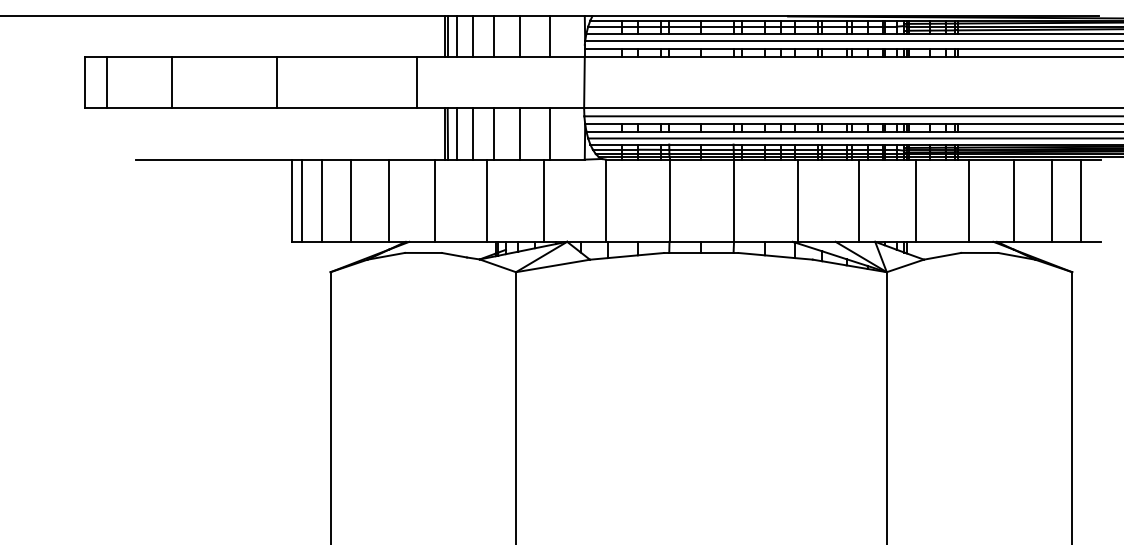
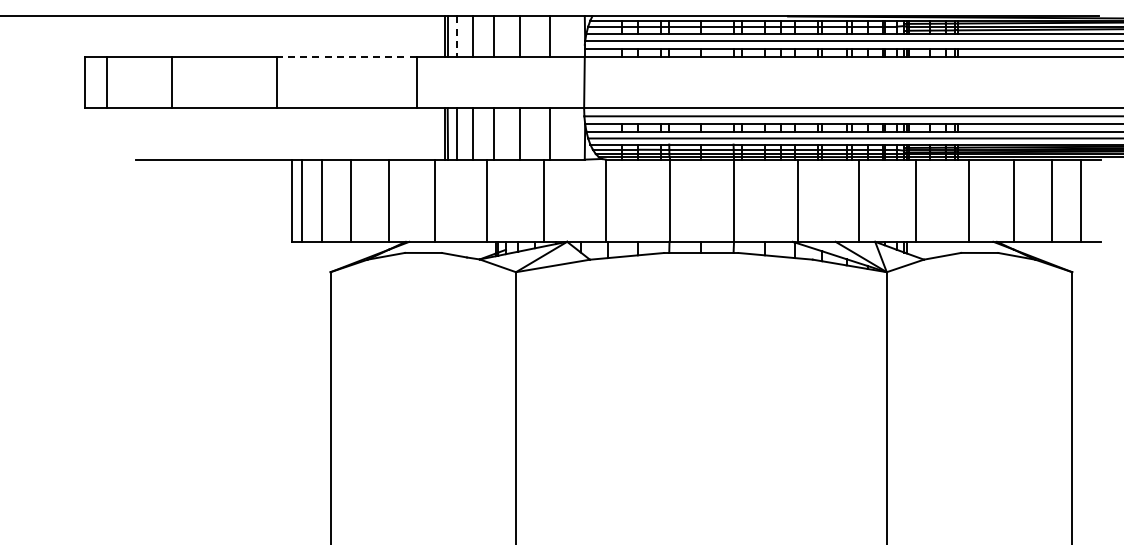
line at (457, 37): solid -> dashed
line at (346, 56): solid -> dashed
